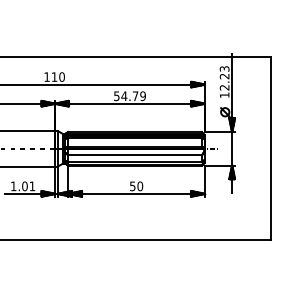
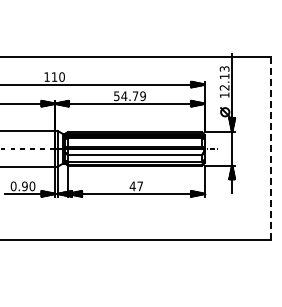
text at (224, 76): 12.23 -> 12.13
line at (270, 148): solid -> dashed
text at (22, 186): 1.01 -> 0.90
text at (136, 186): 50 -> 47
